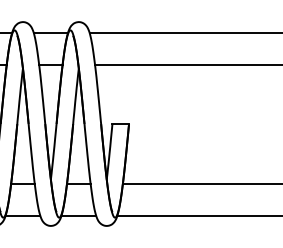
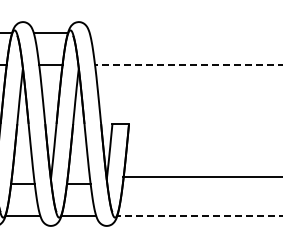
line at (184, 32): present -> none
line at (188, 64): solid -> dashed
line at (200, 183) position: (200, 183) -> (200, 176)
line at (199, 215): solid -> dashed
